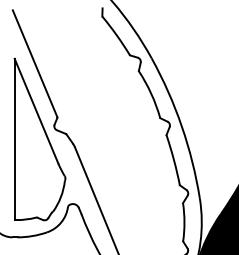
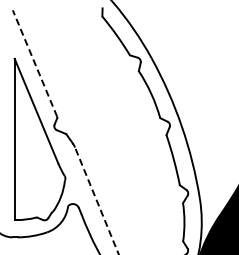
line at (35, 63): solid -> dashed
line at (96, 200): solid -> dashed
